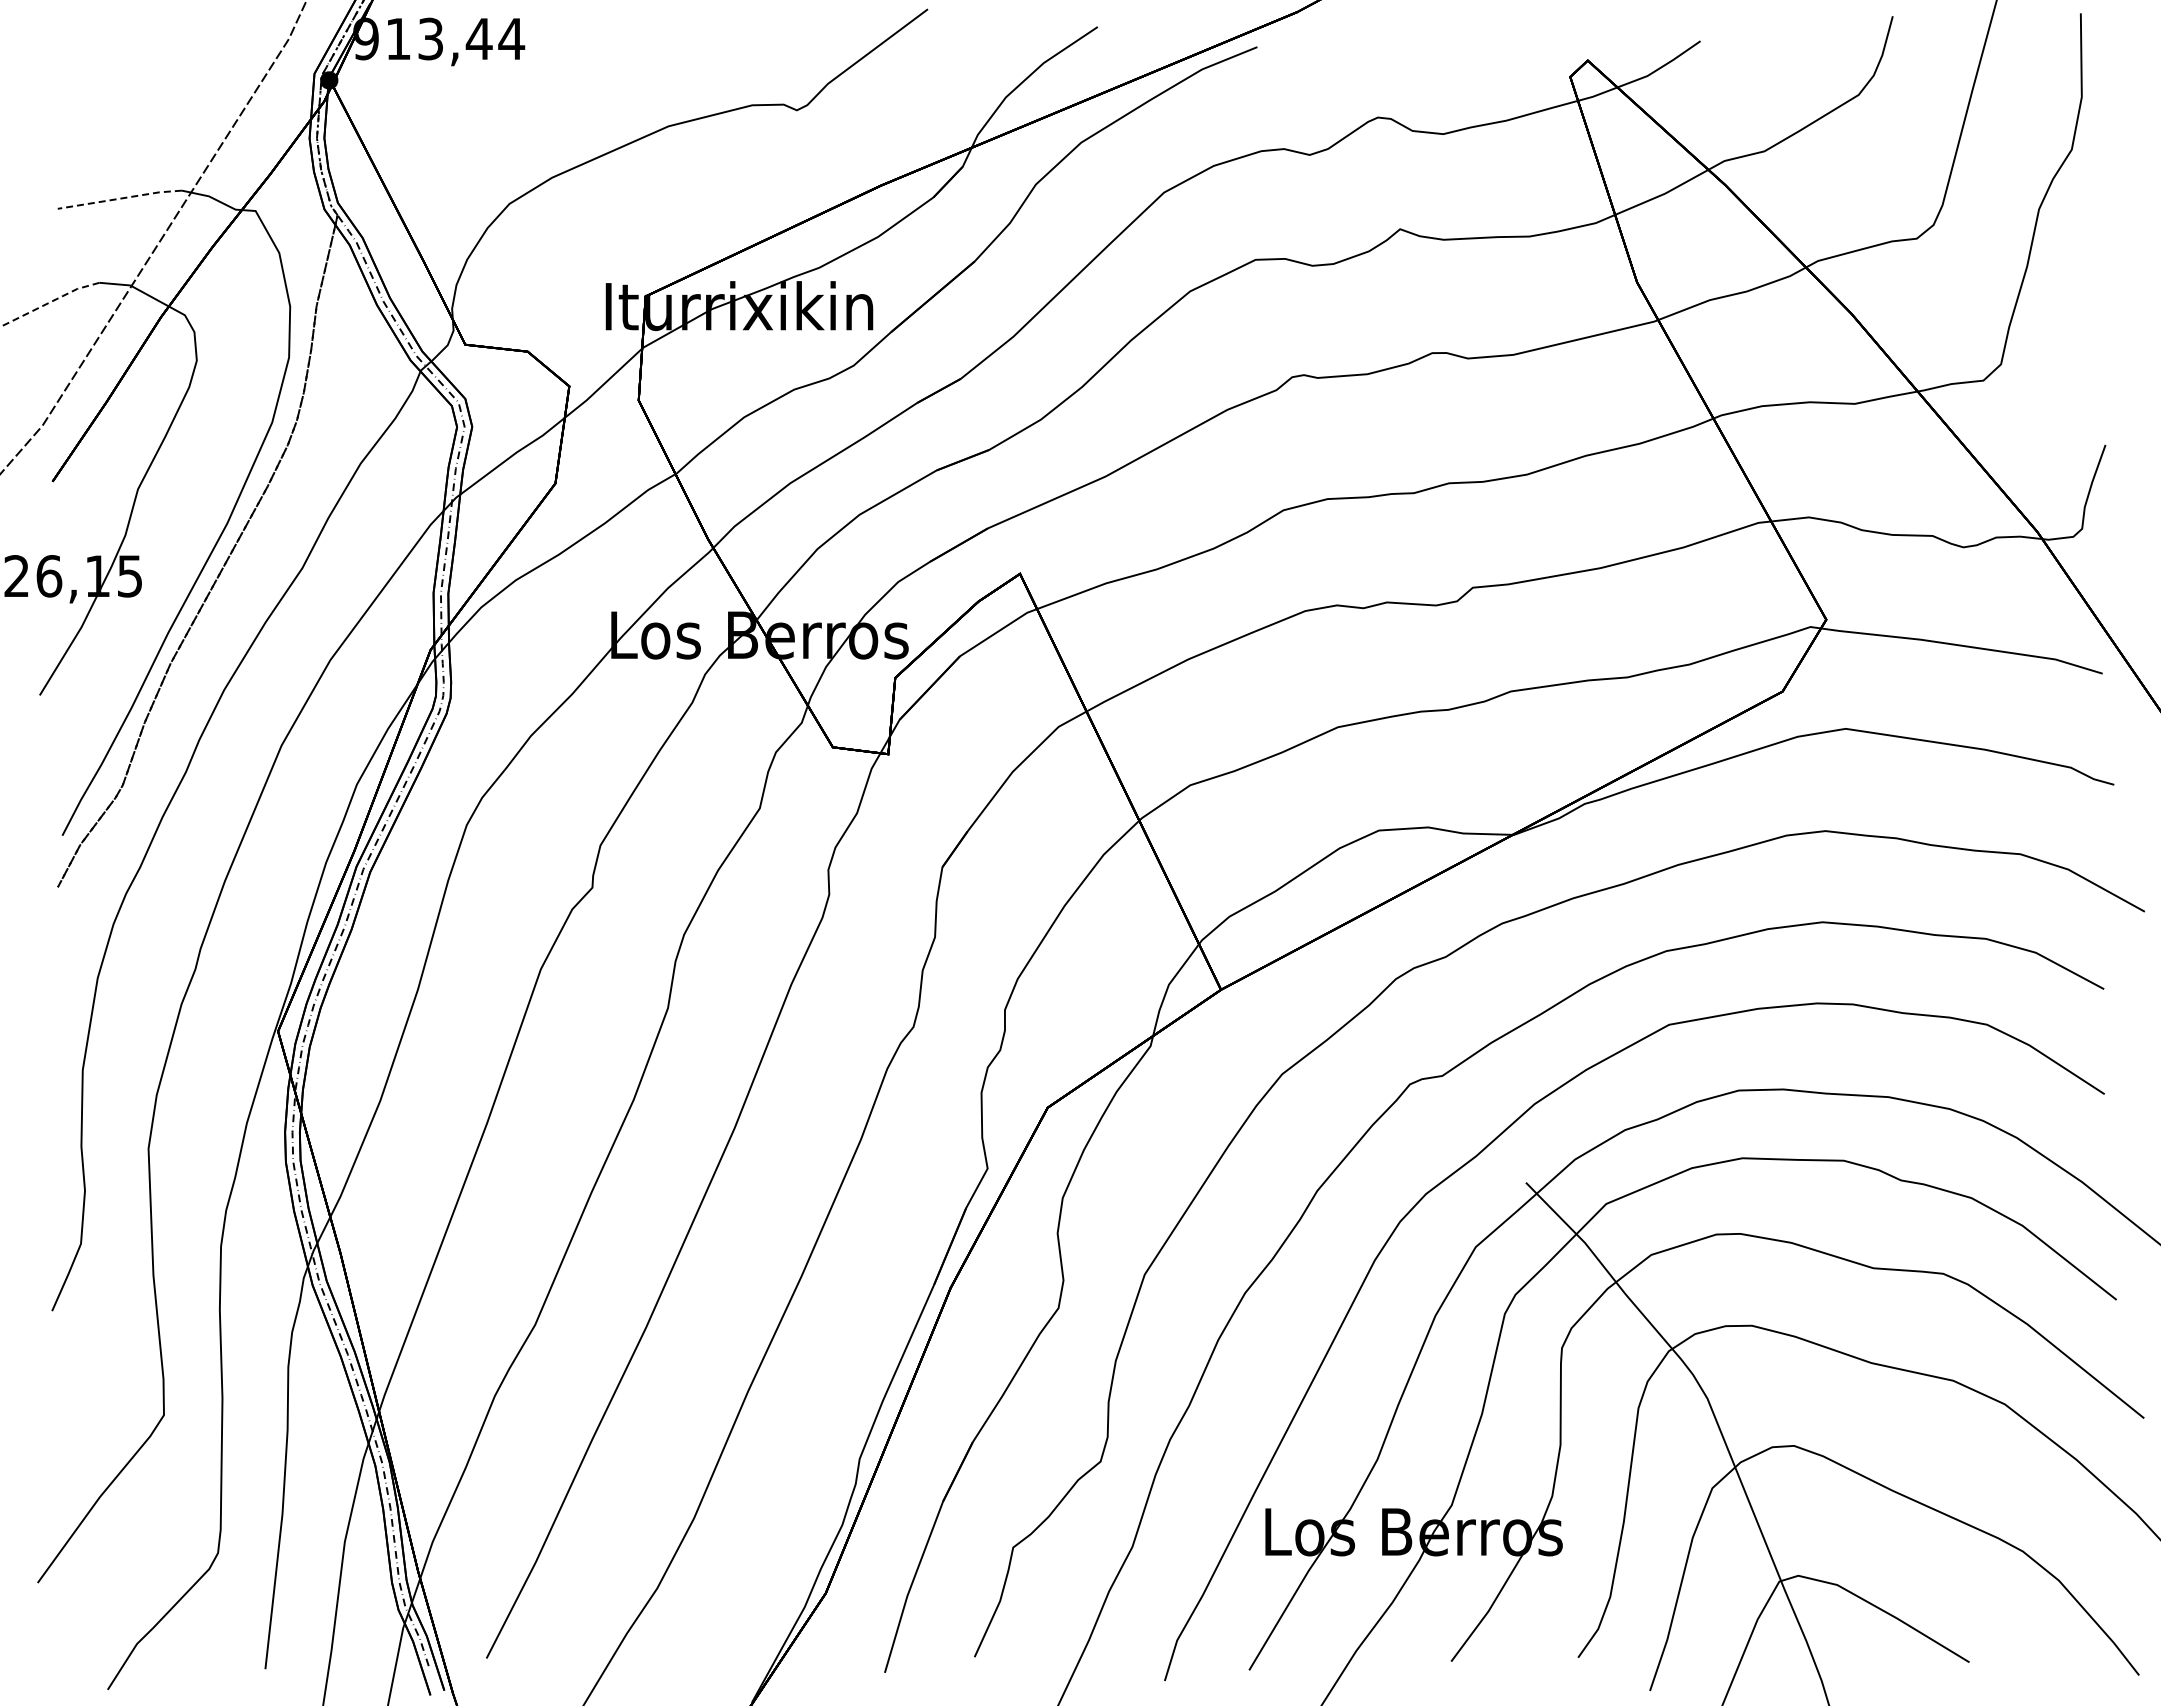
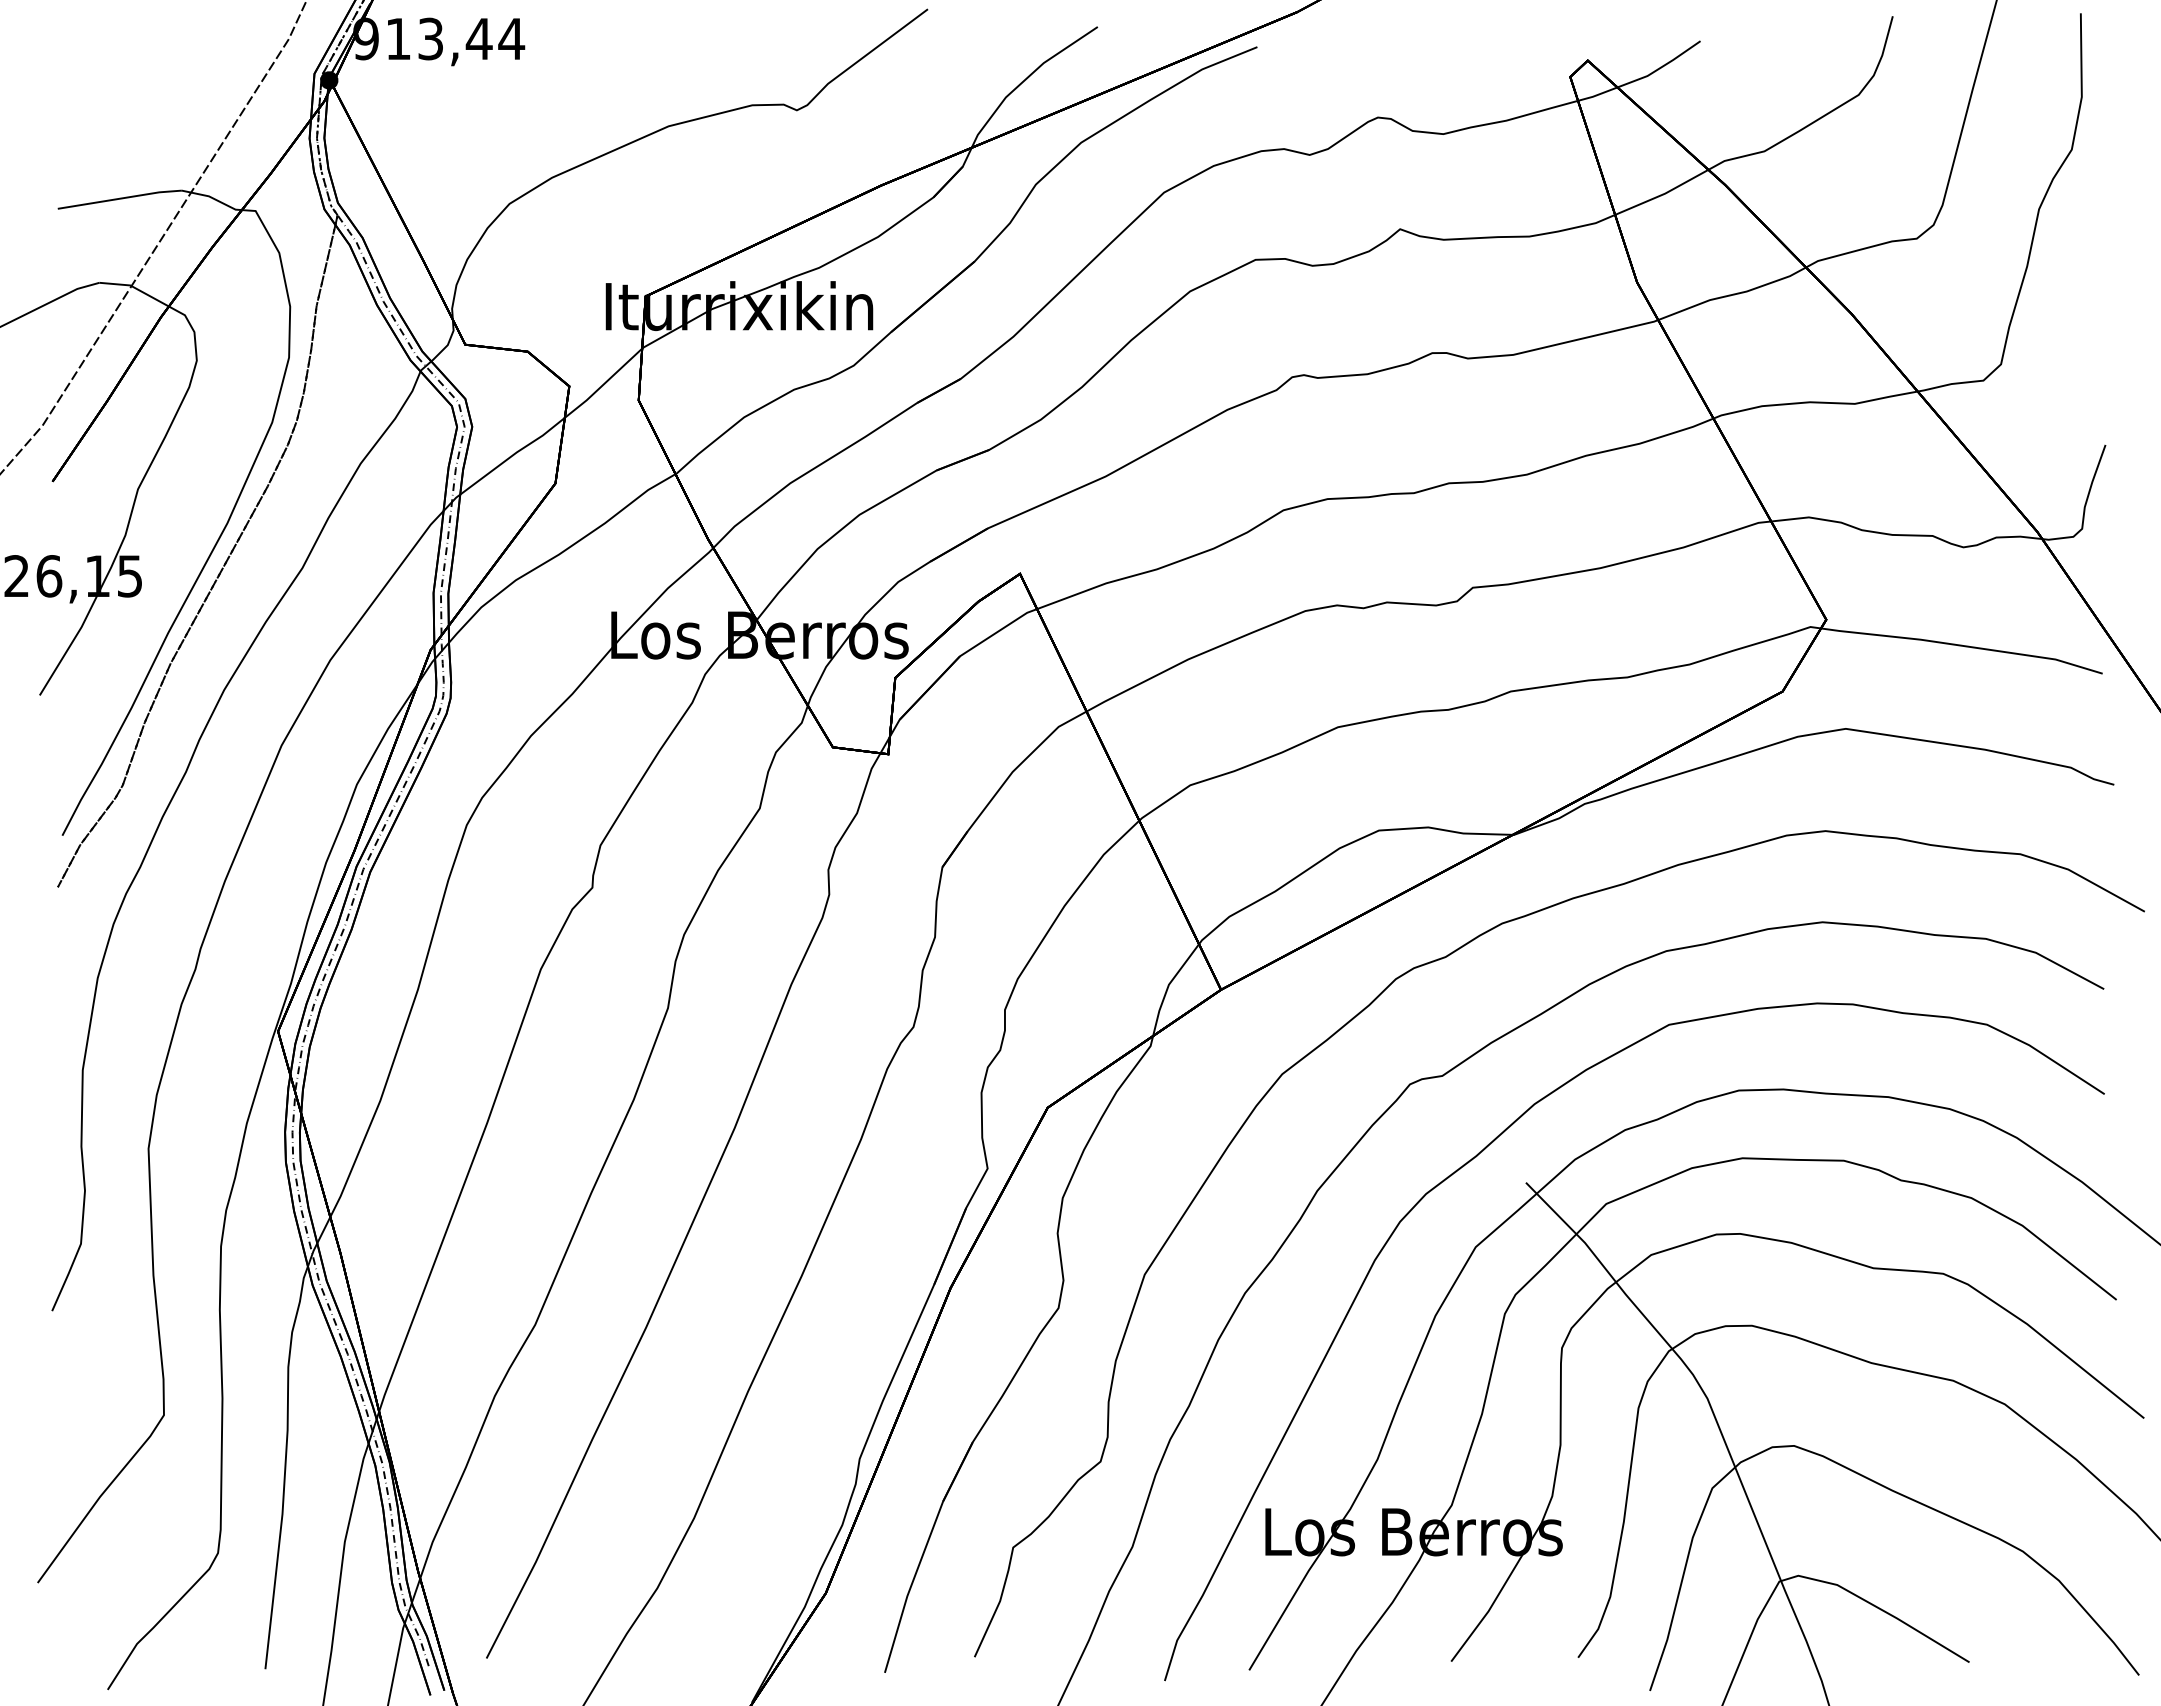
line at (119, 198): dashed -> solid
line at (49, 302): dashed -> solid
